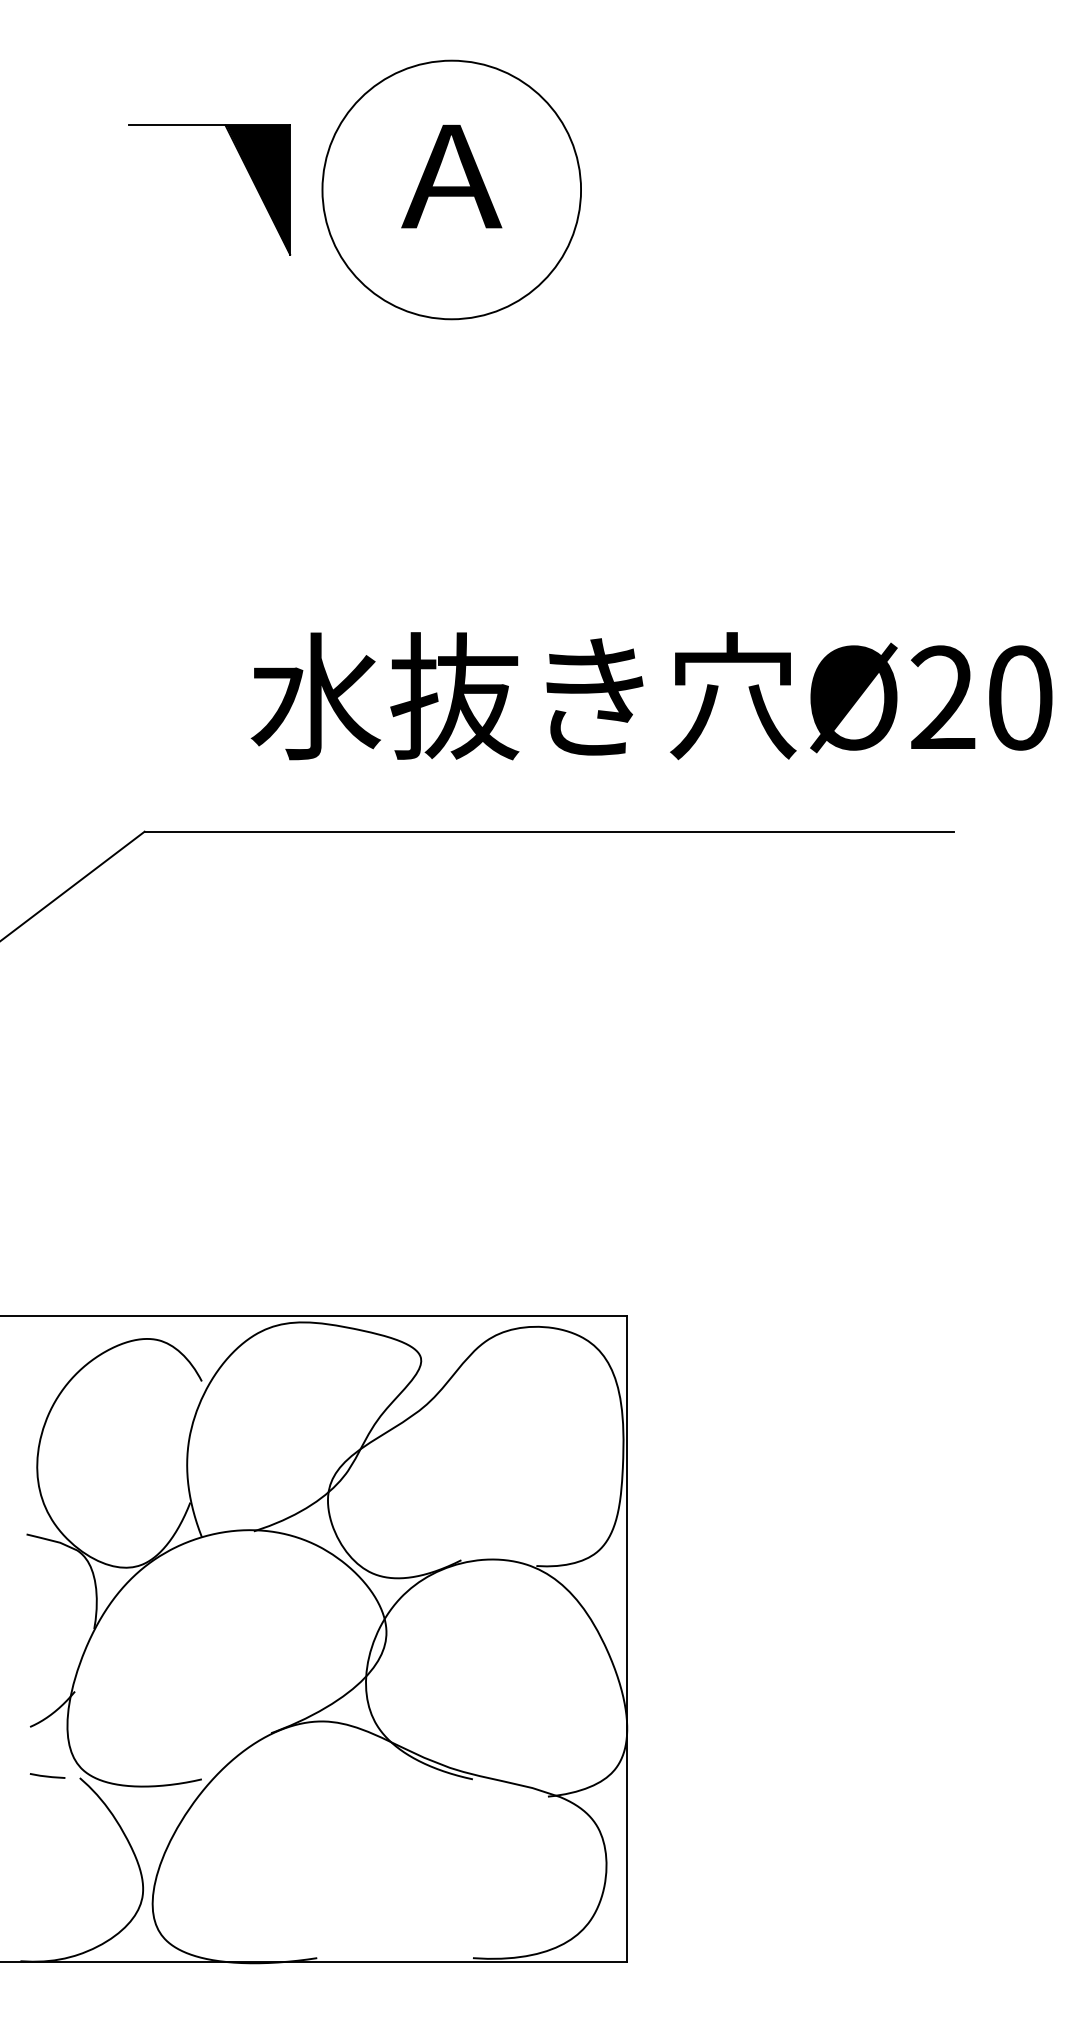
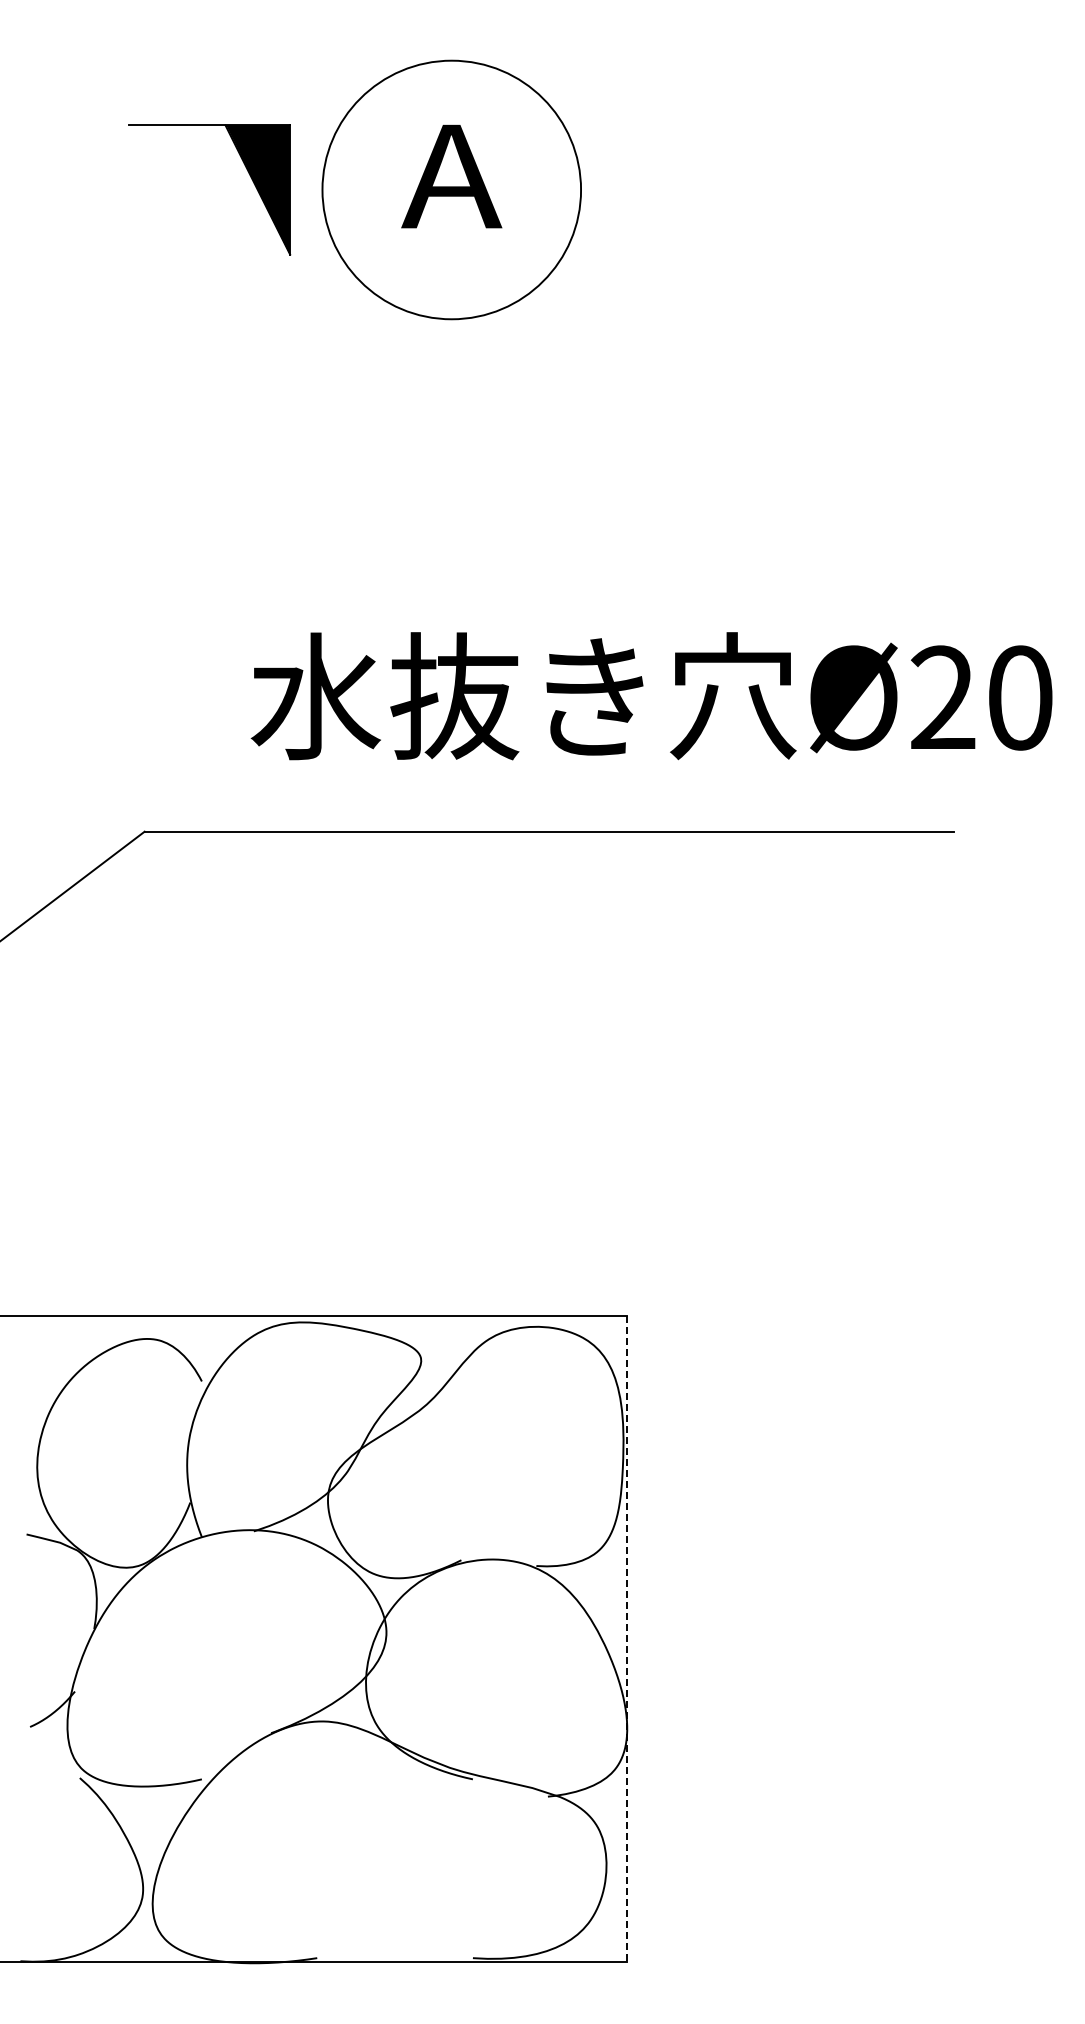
line at (626, 1639): solid -> dashed
line at (47, 1775): present -> none
